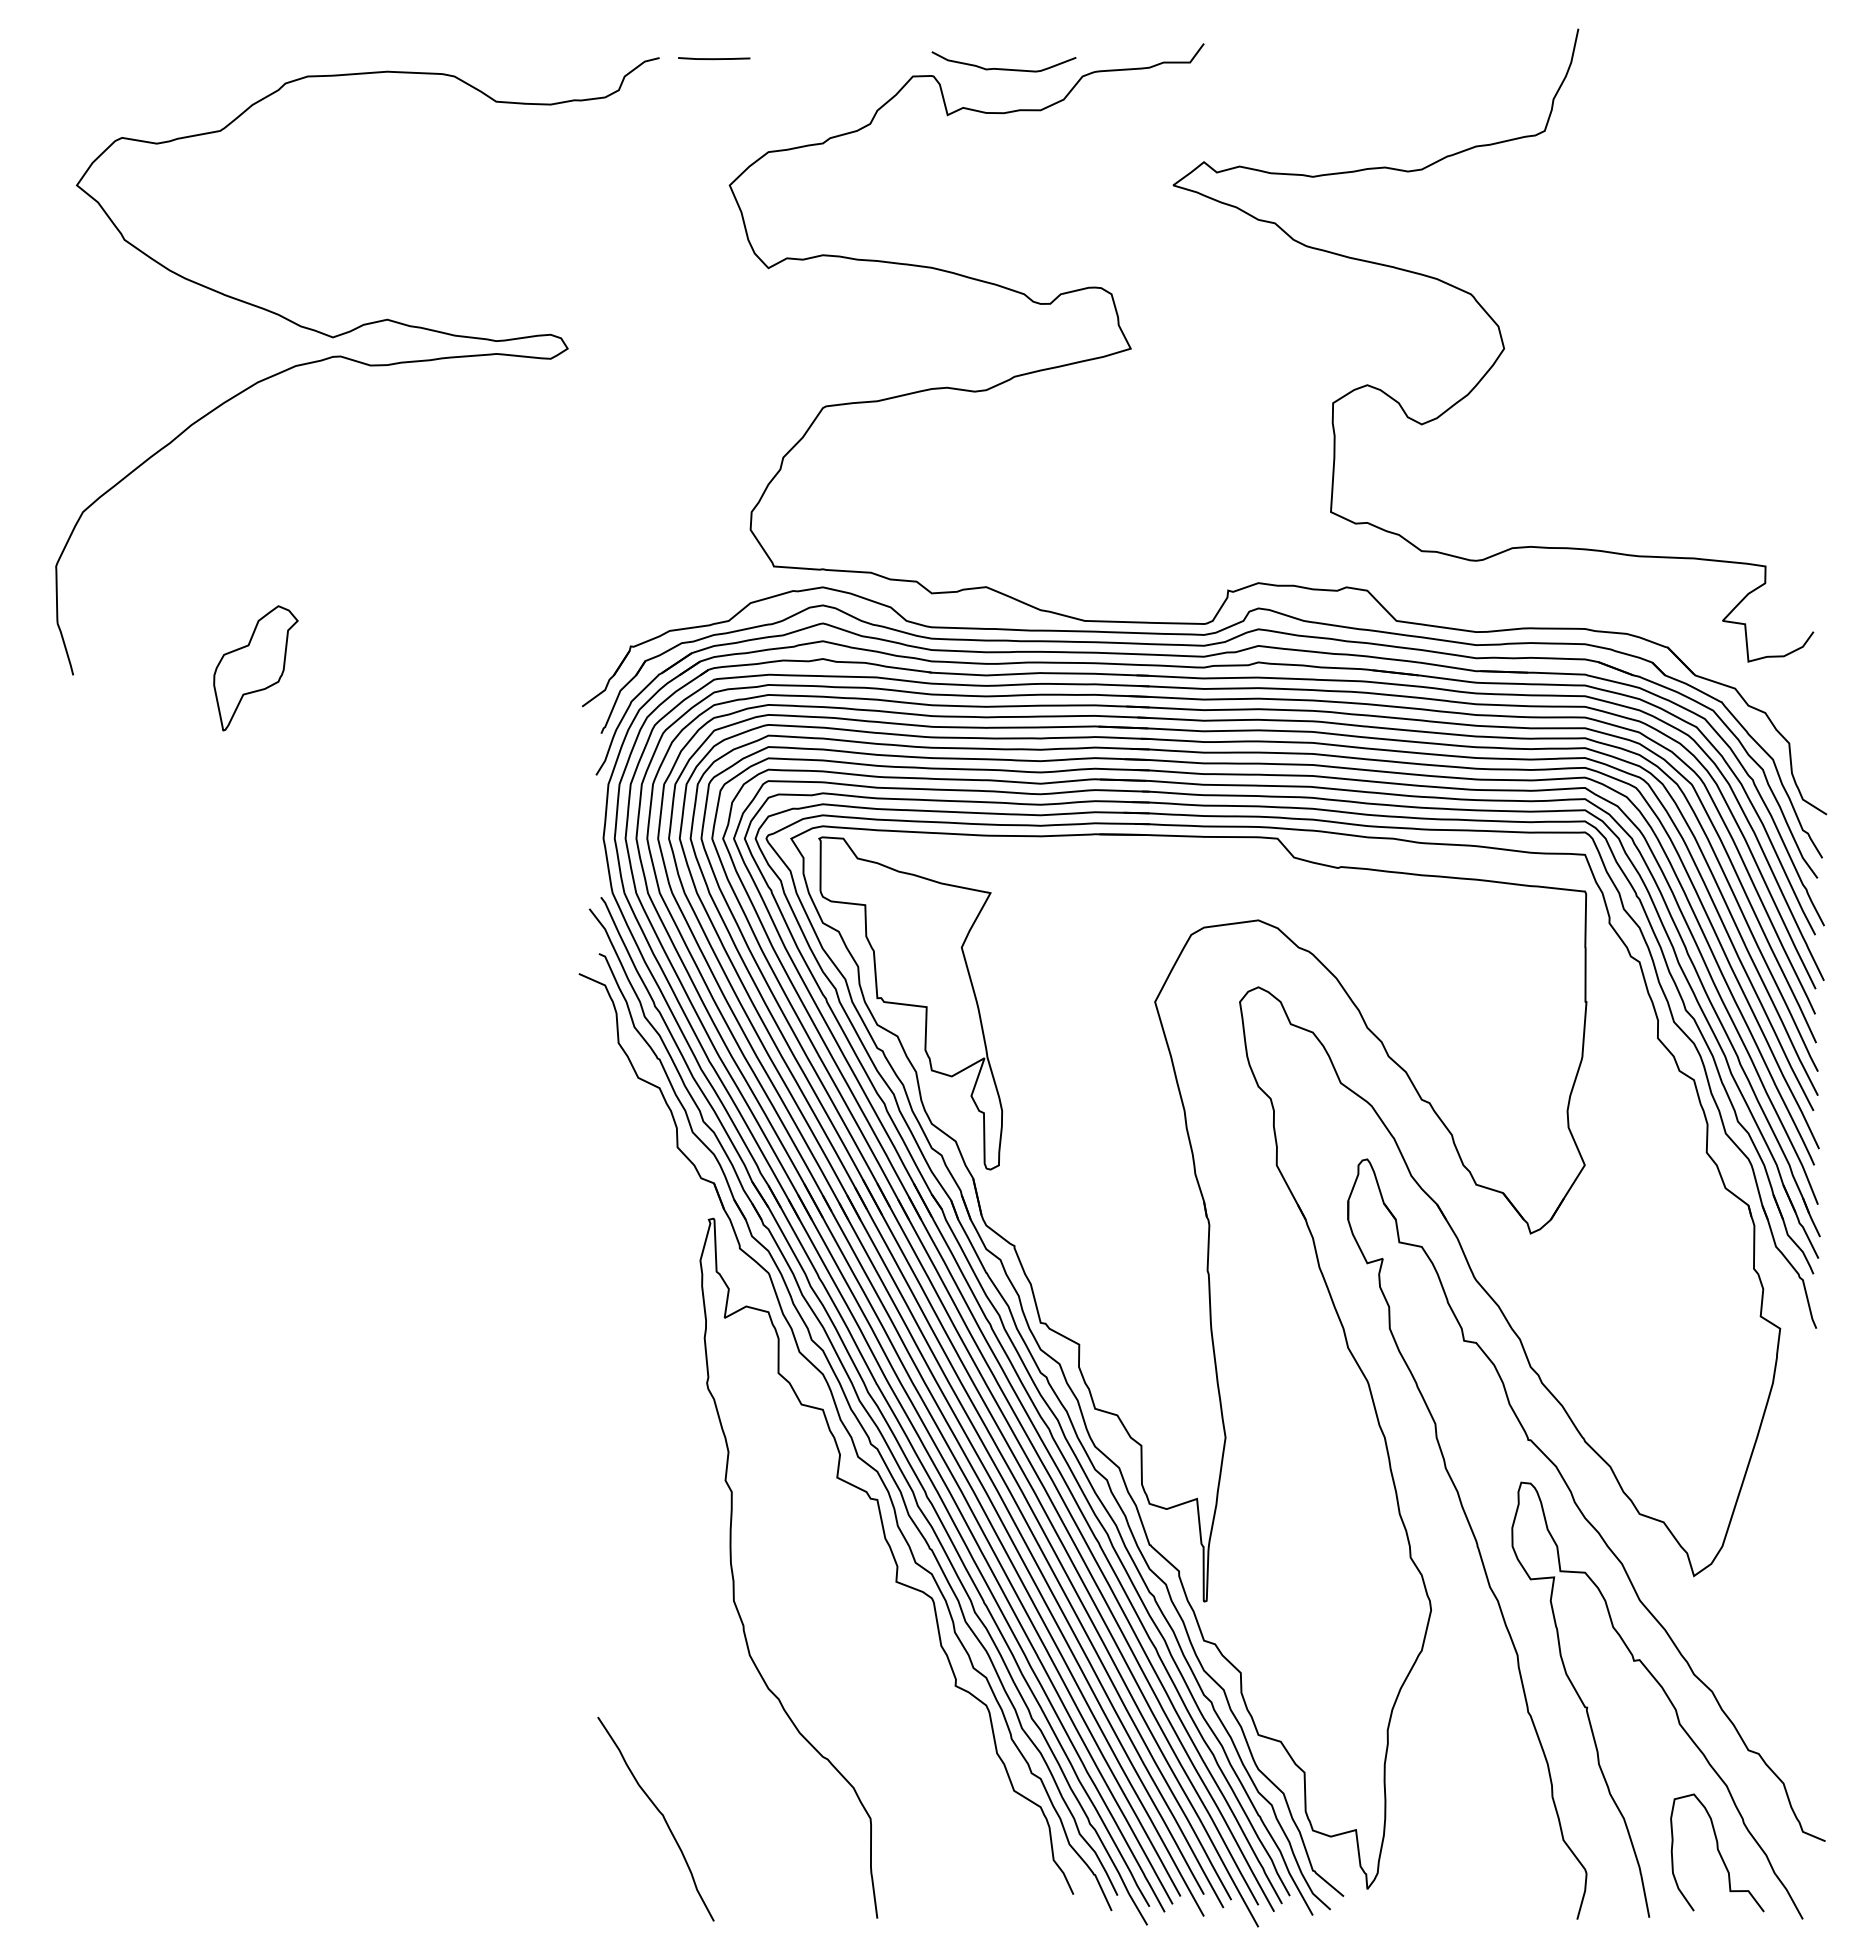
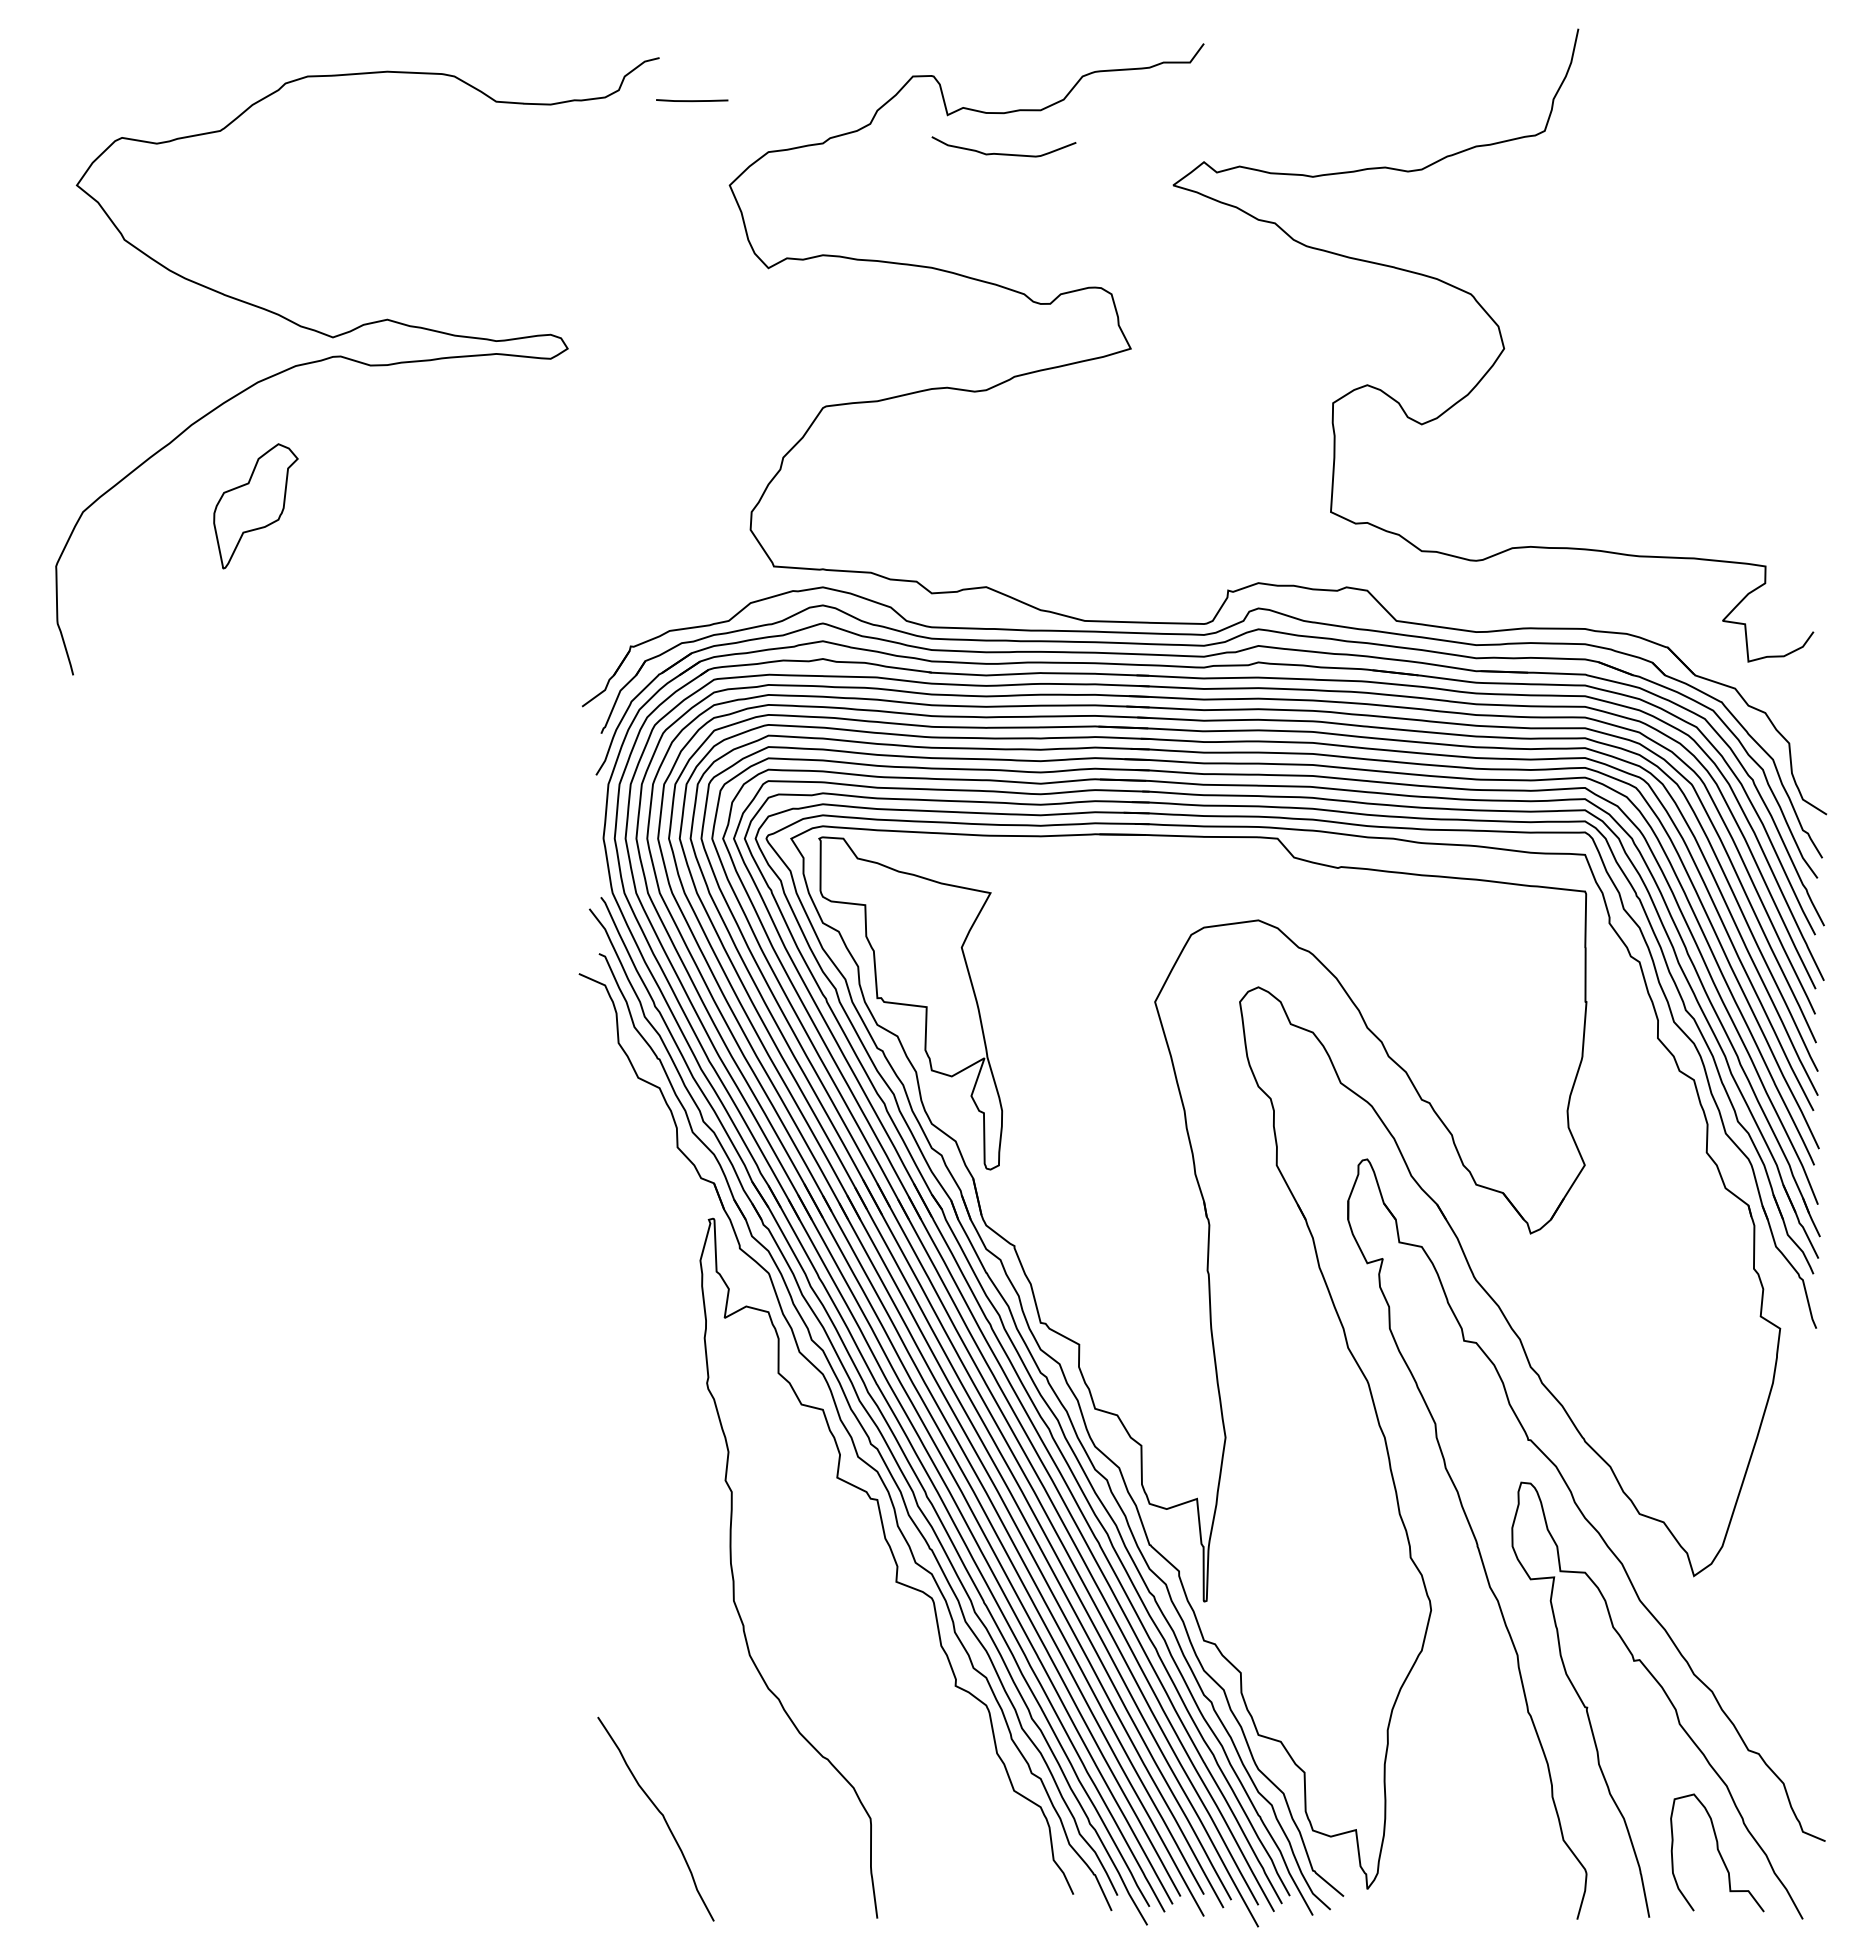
line at (714, 58) position: (714, 58) -> (692, 100)
curve at (1003, 68) position: (1003, 68) -> (1003, 153)
part at (255, 668) position: (255, 668) -> (255, 506)
